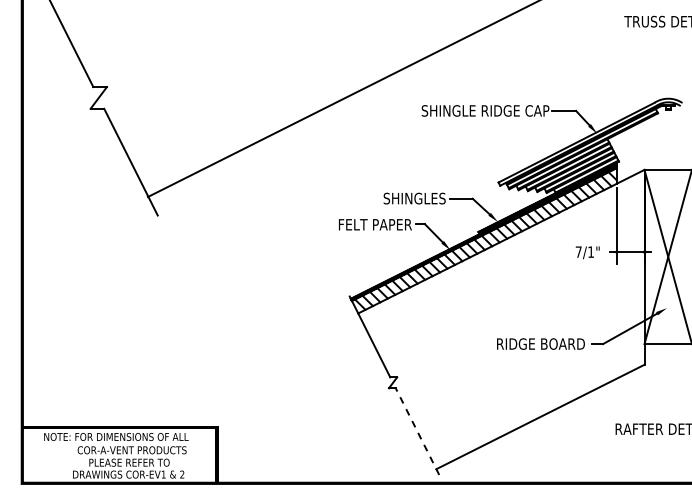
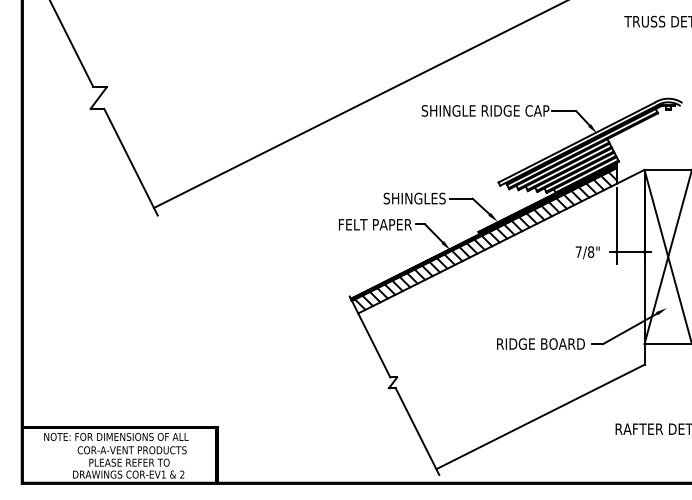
line at (341, 99) position: (341, 99) -> (358, 104)
text at (591, 251): 7/1" -> 7/8"
line at (417, 431): dashed -> solid
